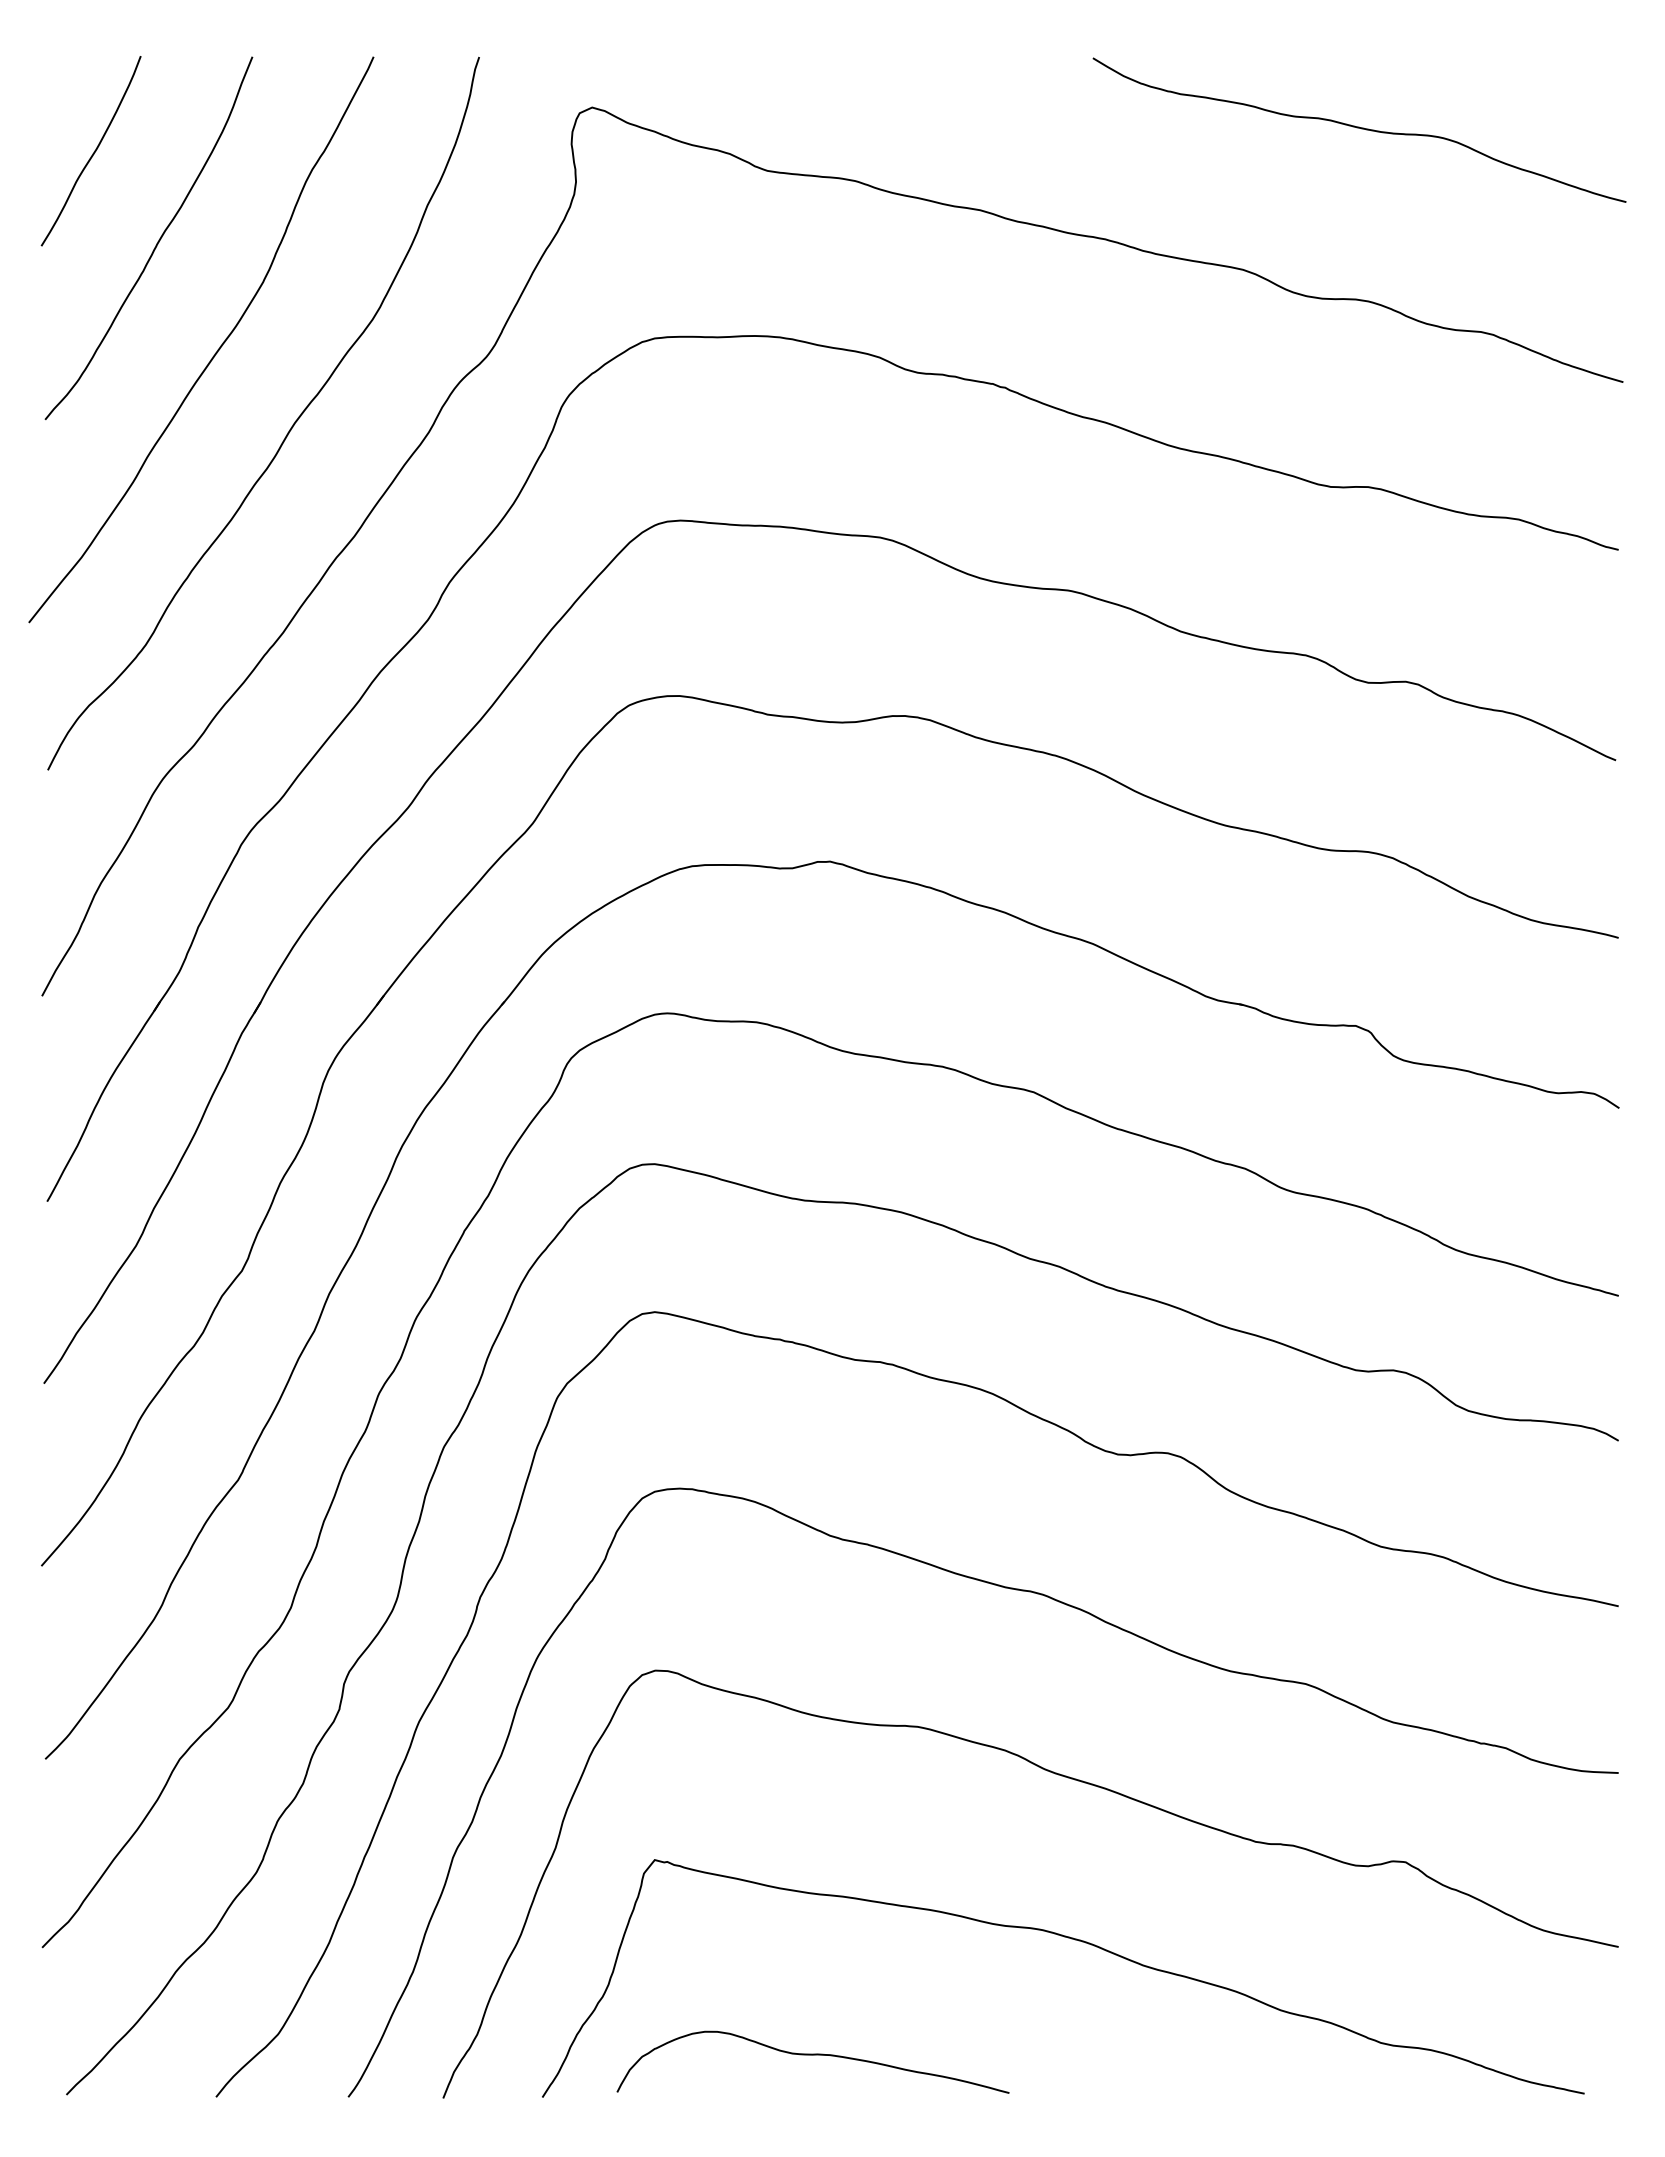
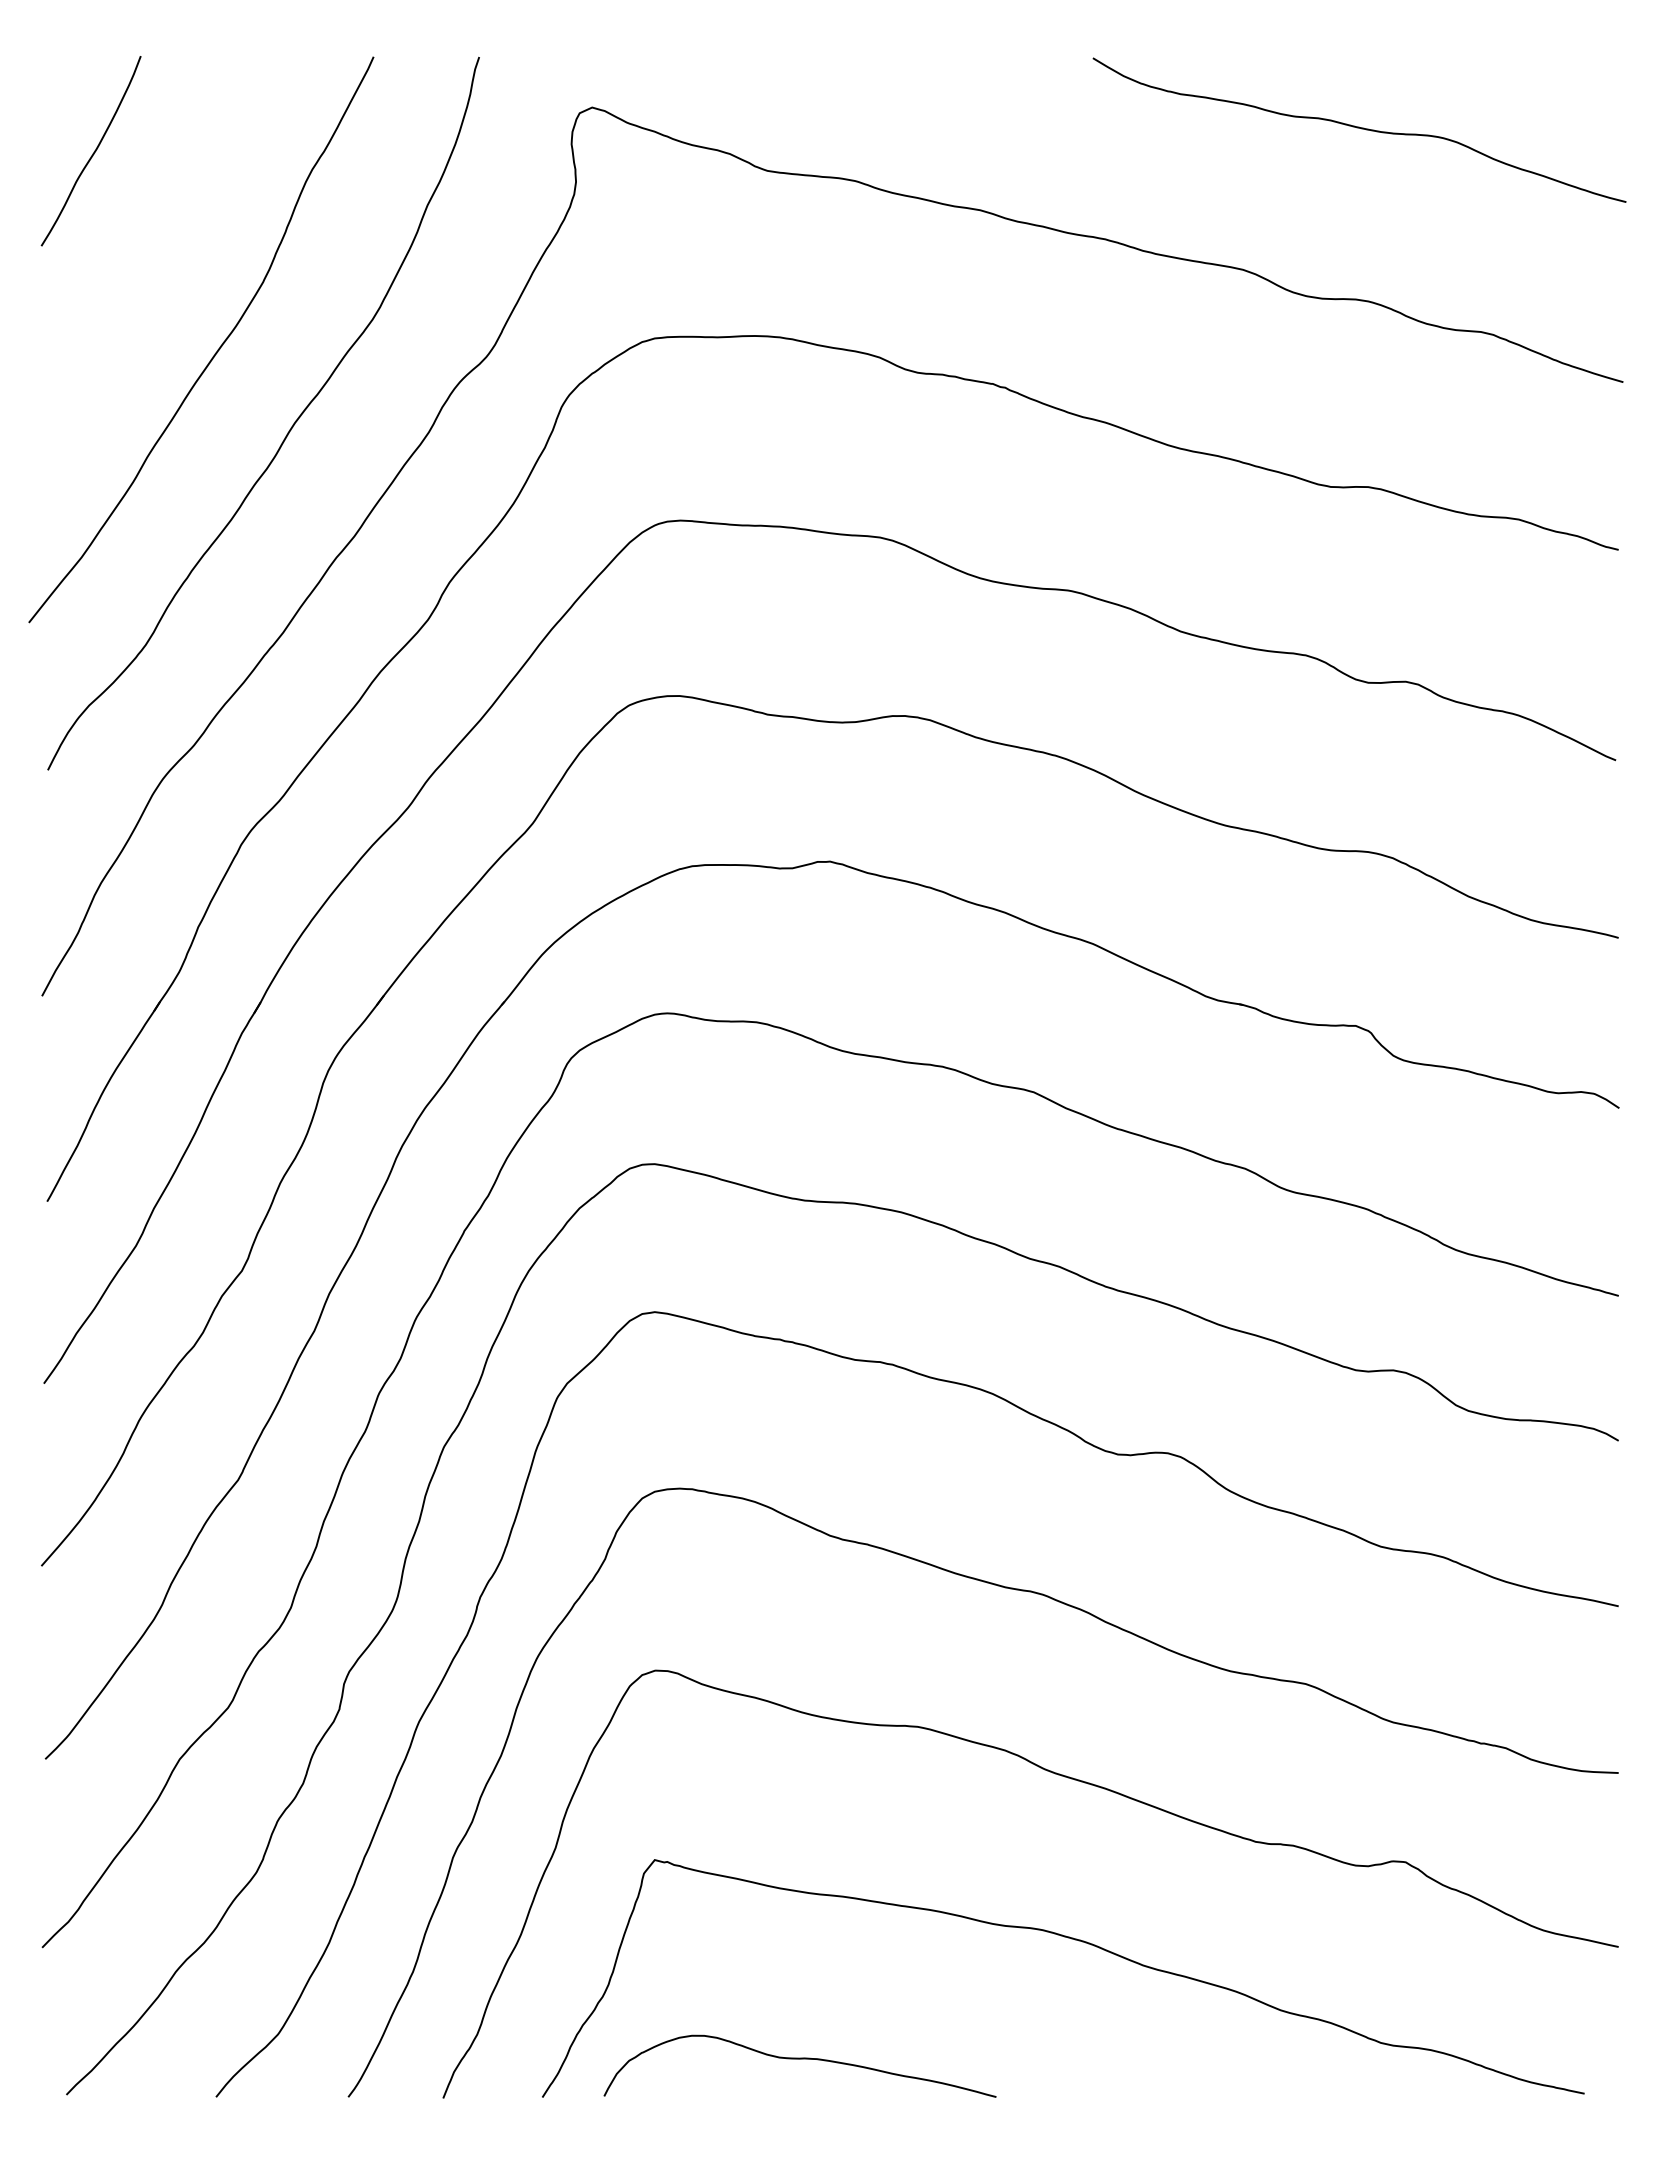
curve at (157, 241): present -> none
curve at (812, 2055) position: (812, 2055) -> (799, 2059)
